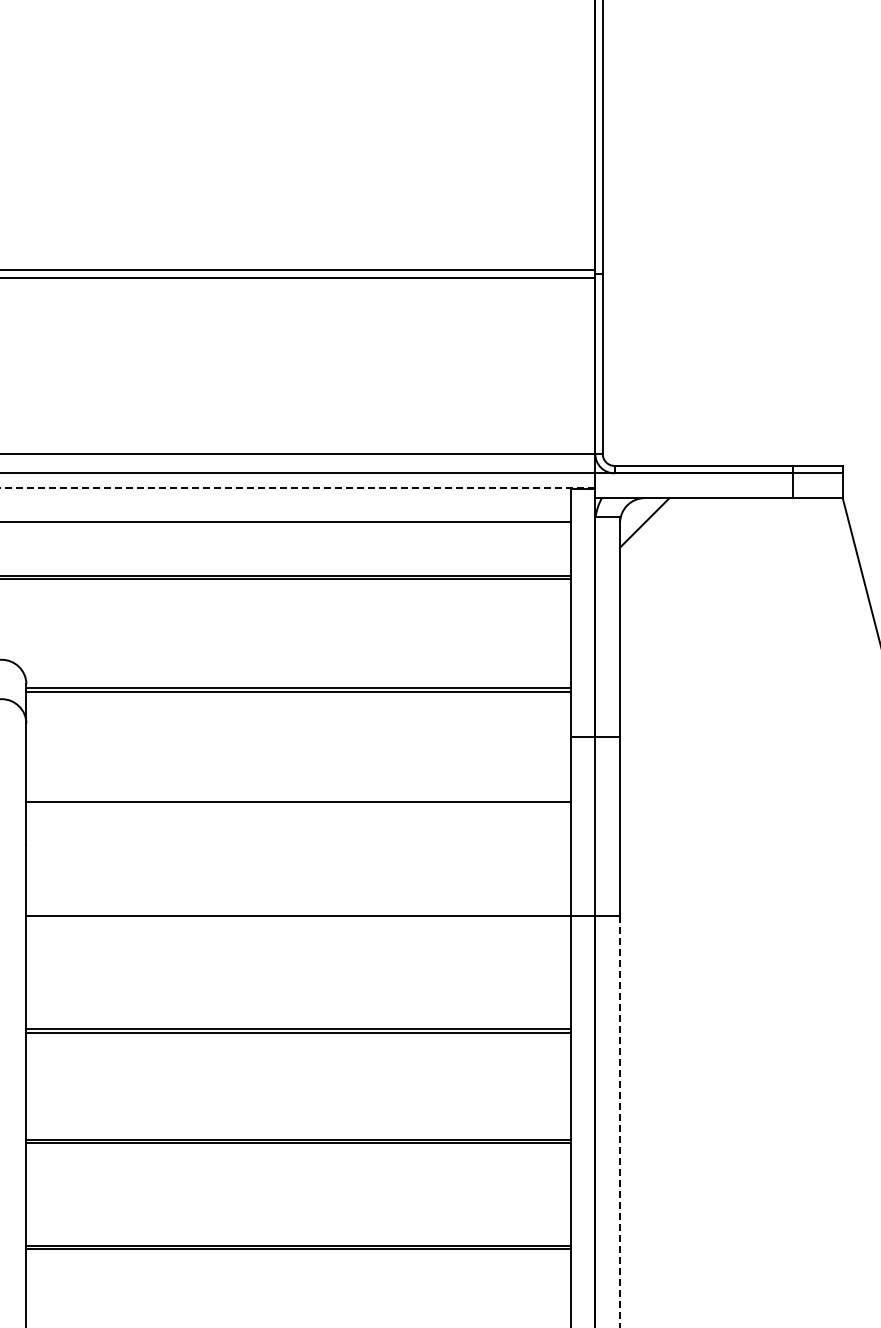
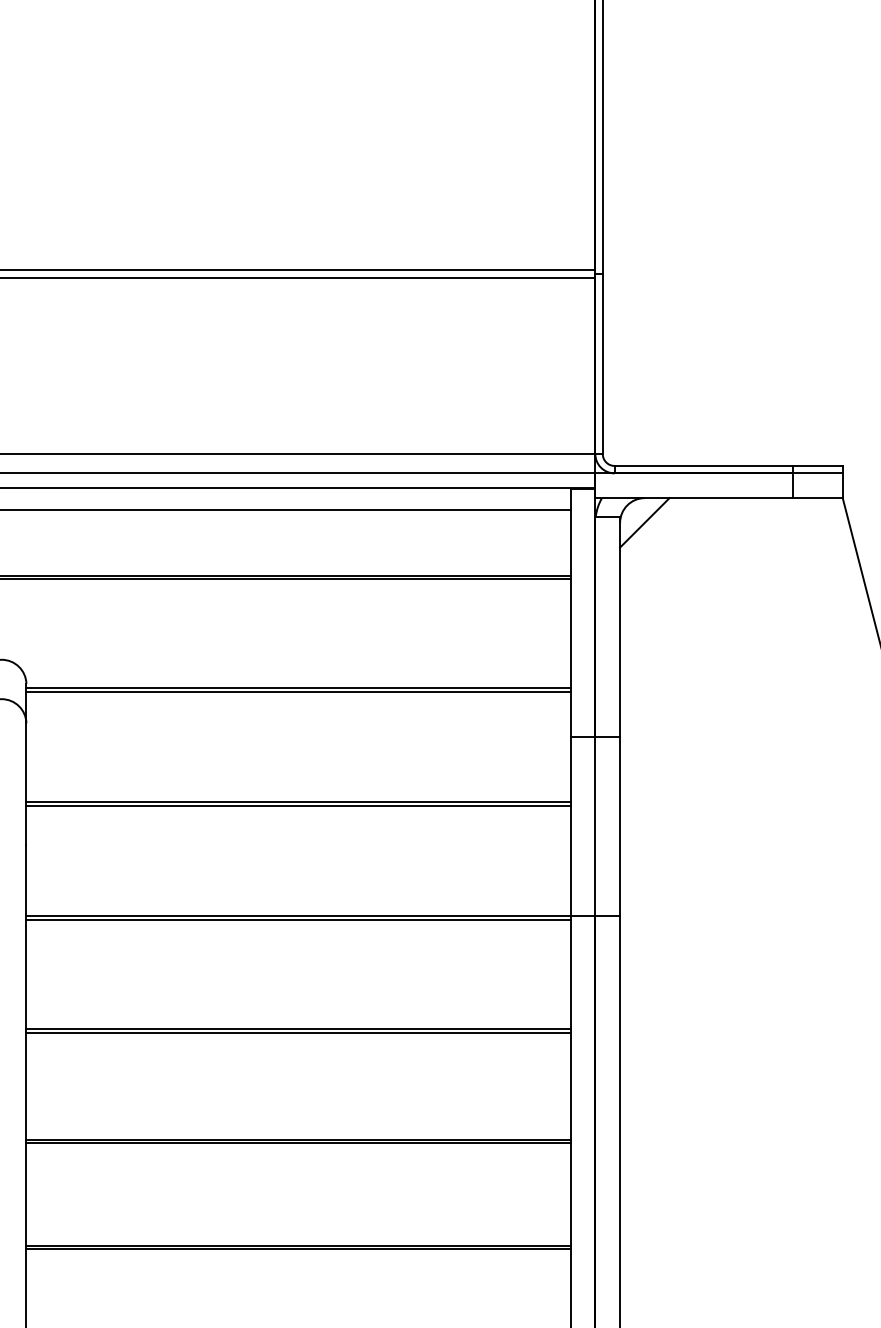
line at (297, 488): dashed -> solid
line at (286, 522) position: (286, 522) -> (286, 510)
line at (298, 805): none -> present
line at (298, 919): none -> present
line at (620, 1121): dashed -> solid
